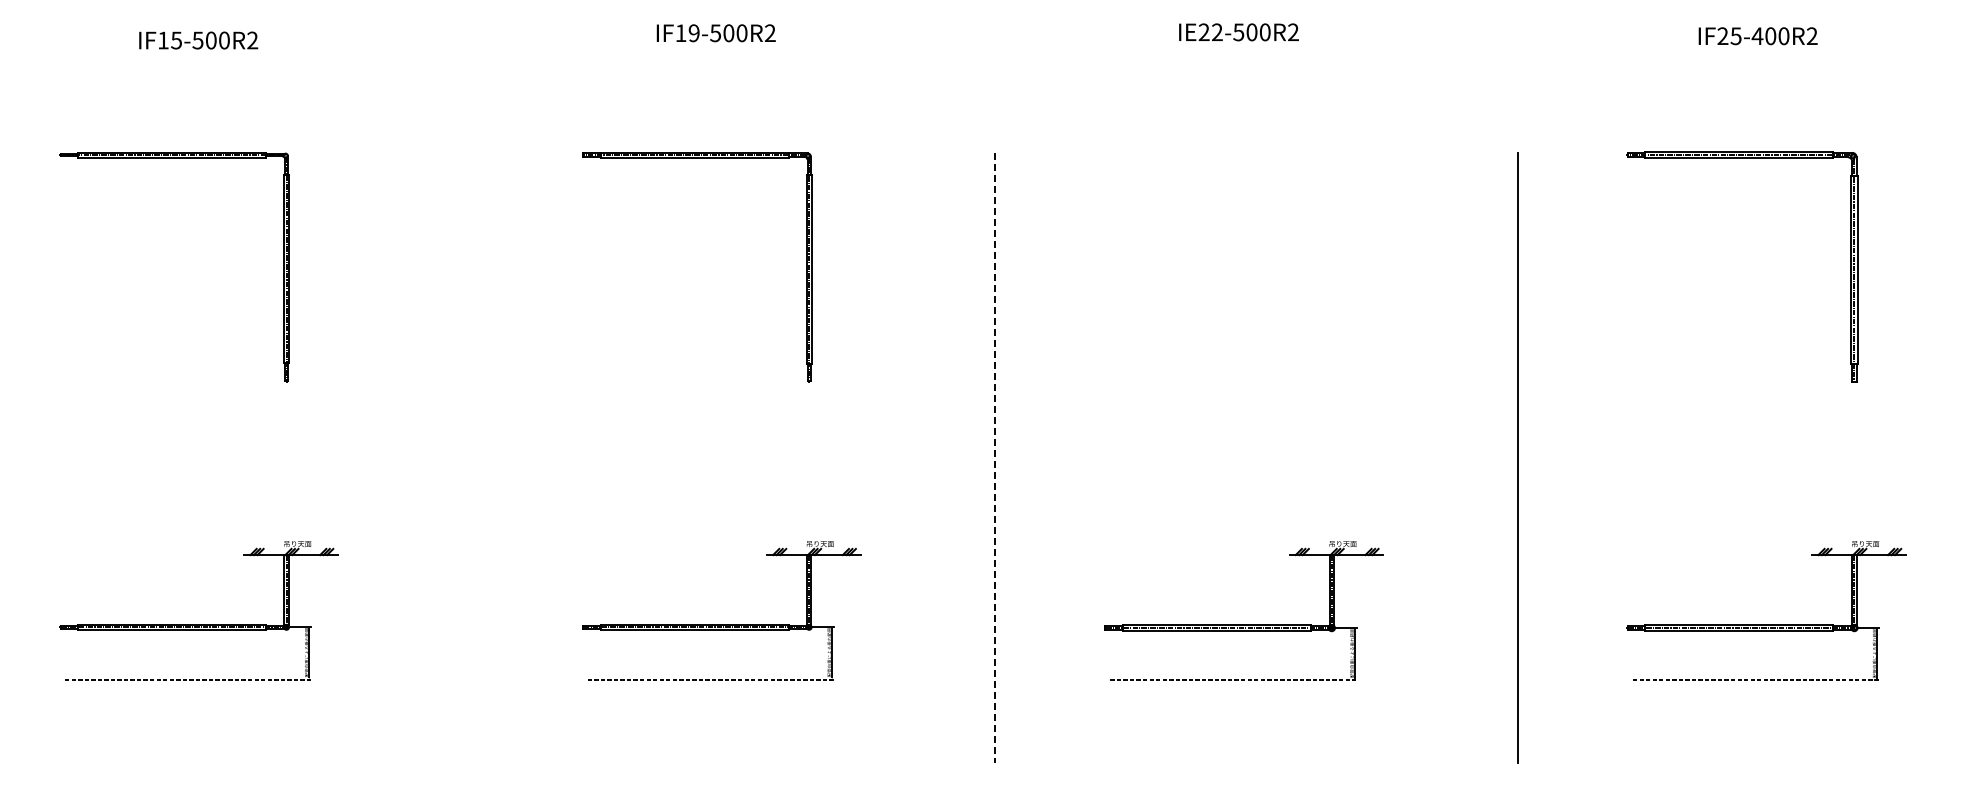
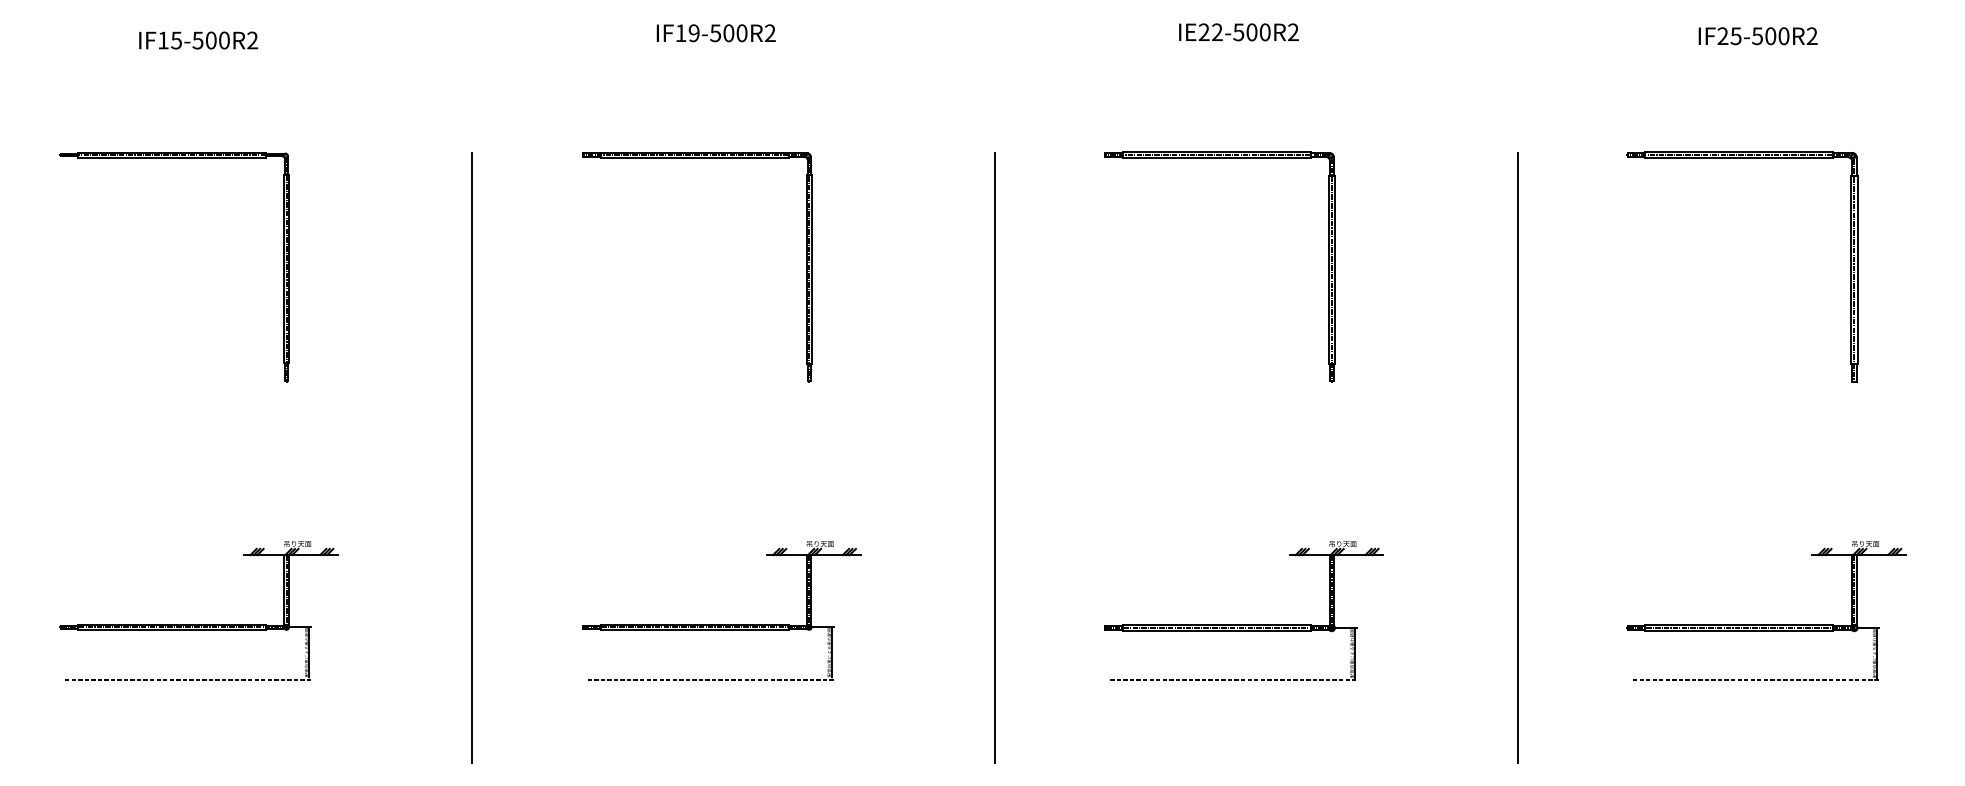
text at (1757, 36): IF25-400R2 -> IF25-500R2
part at (1219, 158): none -> present
line at (472, 457): none -> present
line at (994, 457): dashed -> solid
